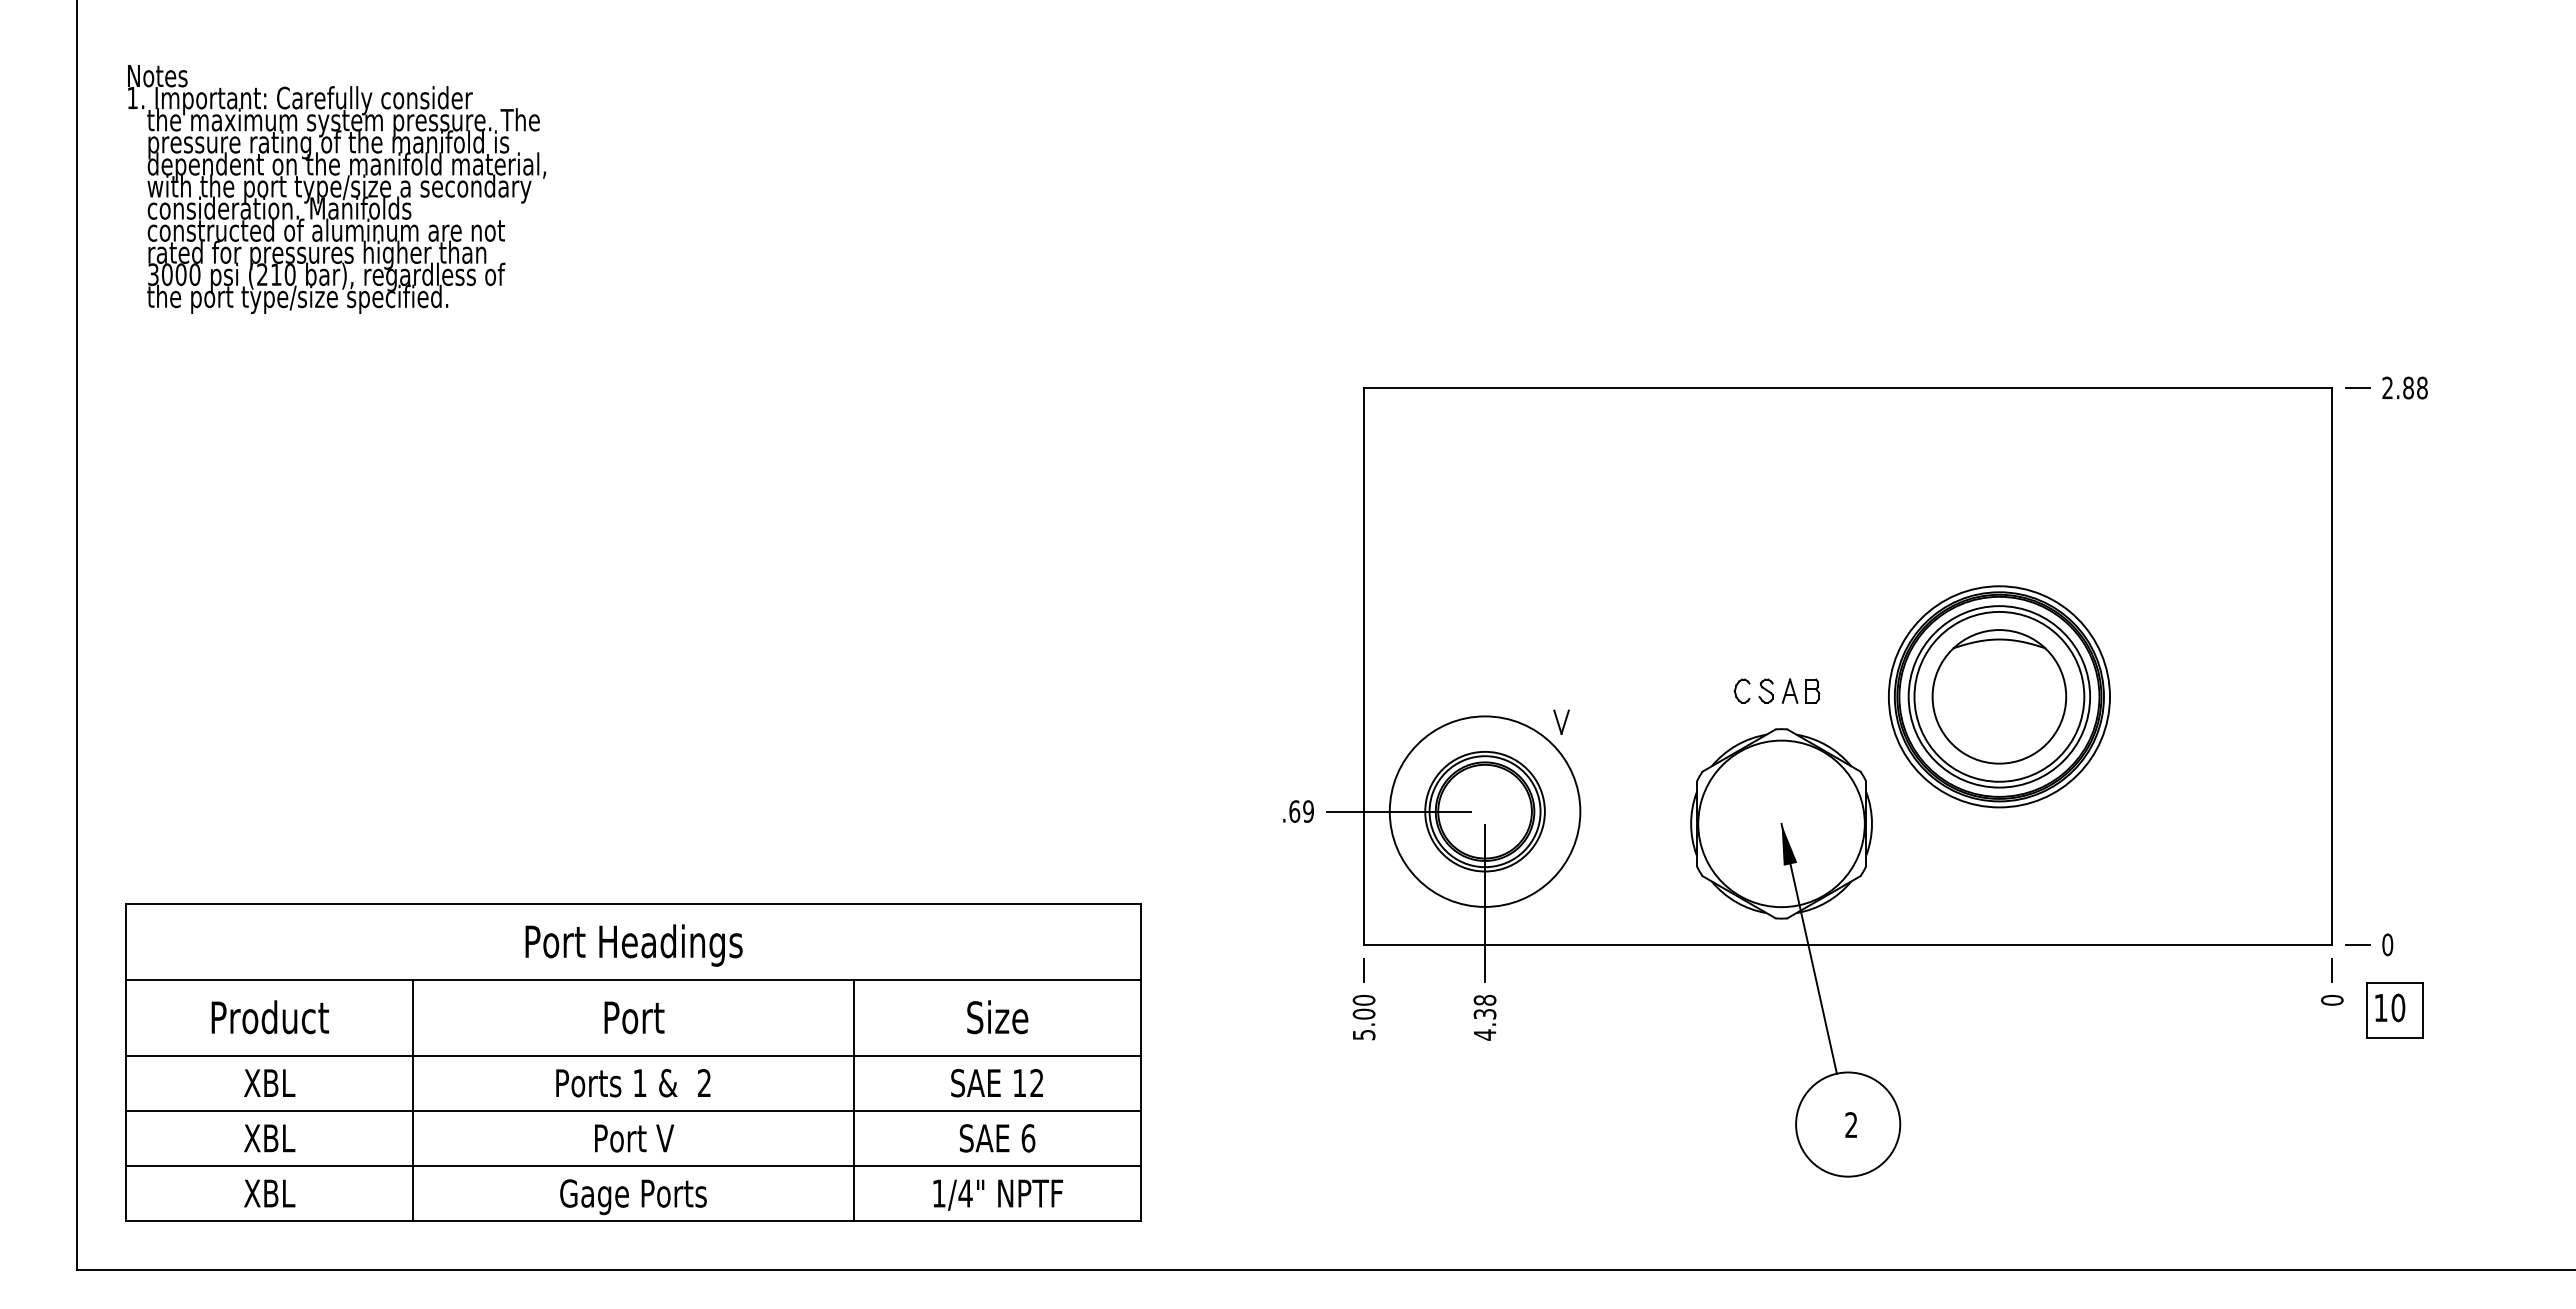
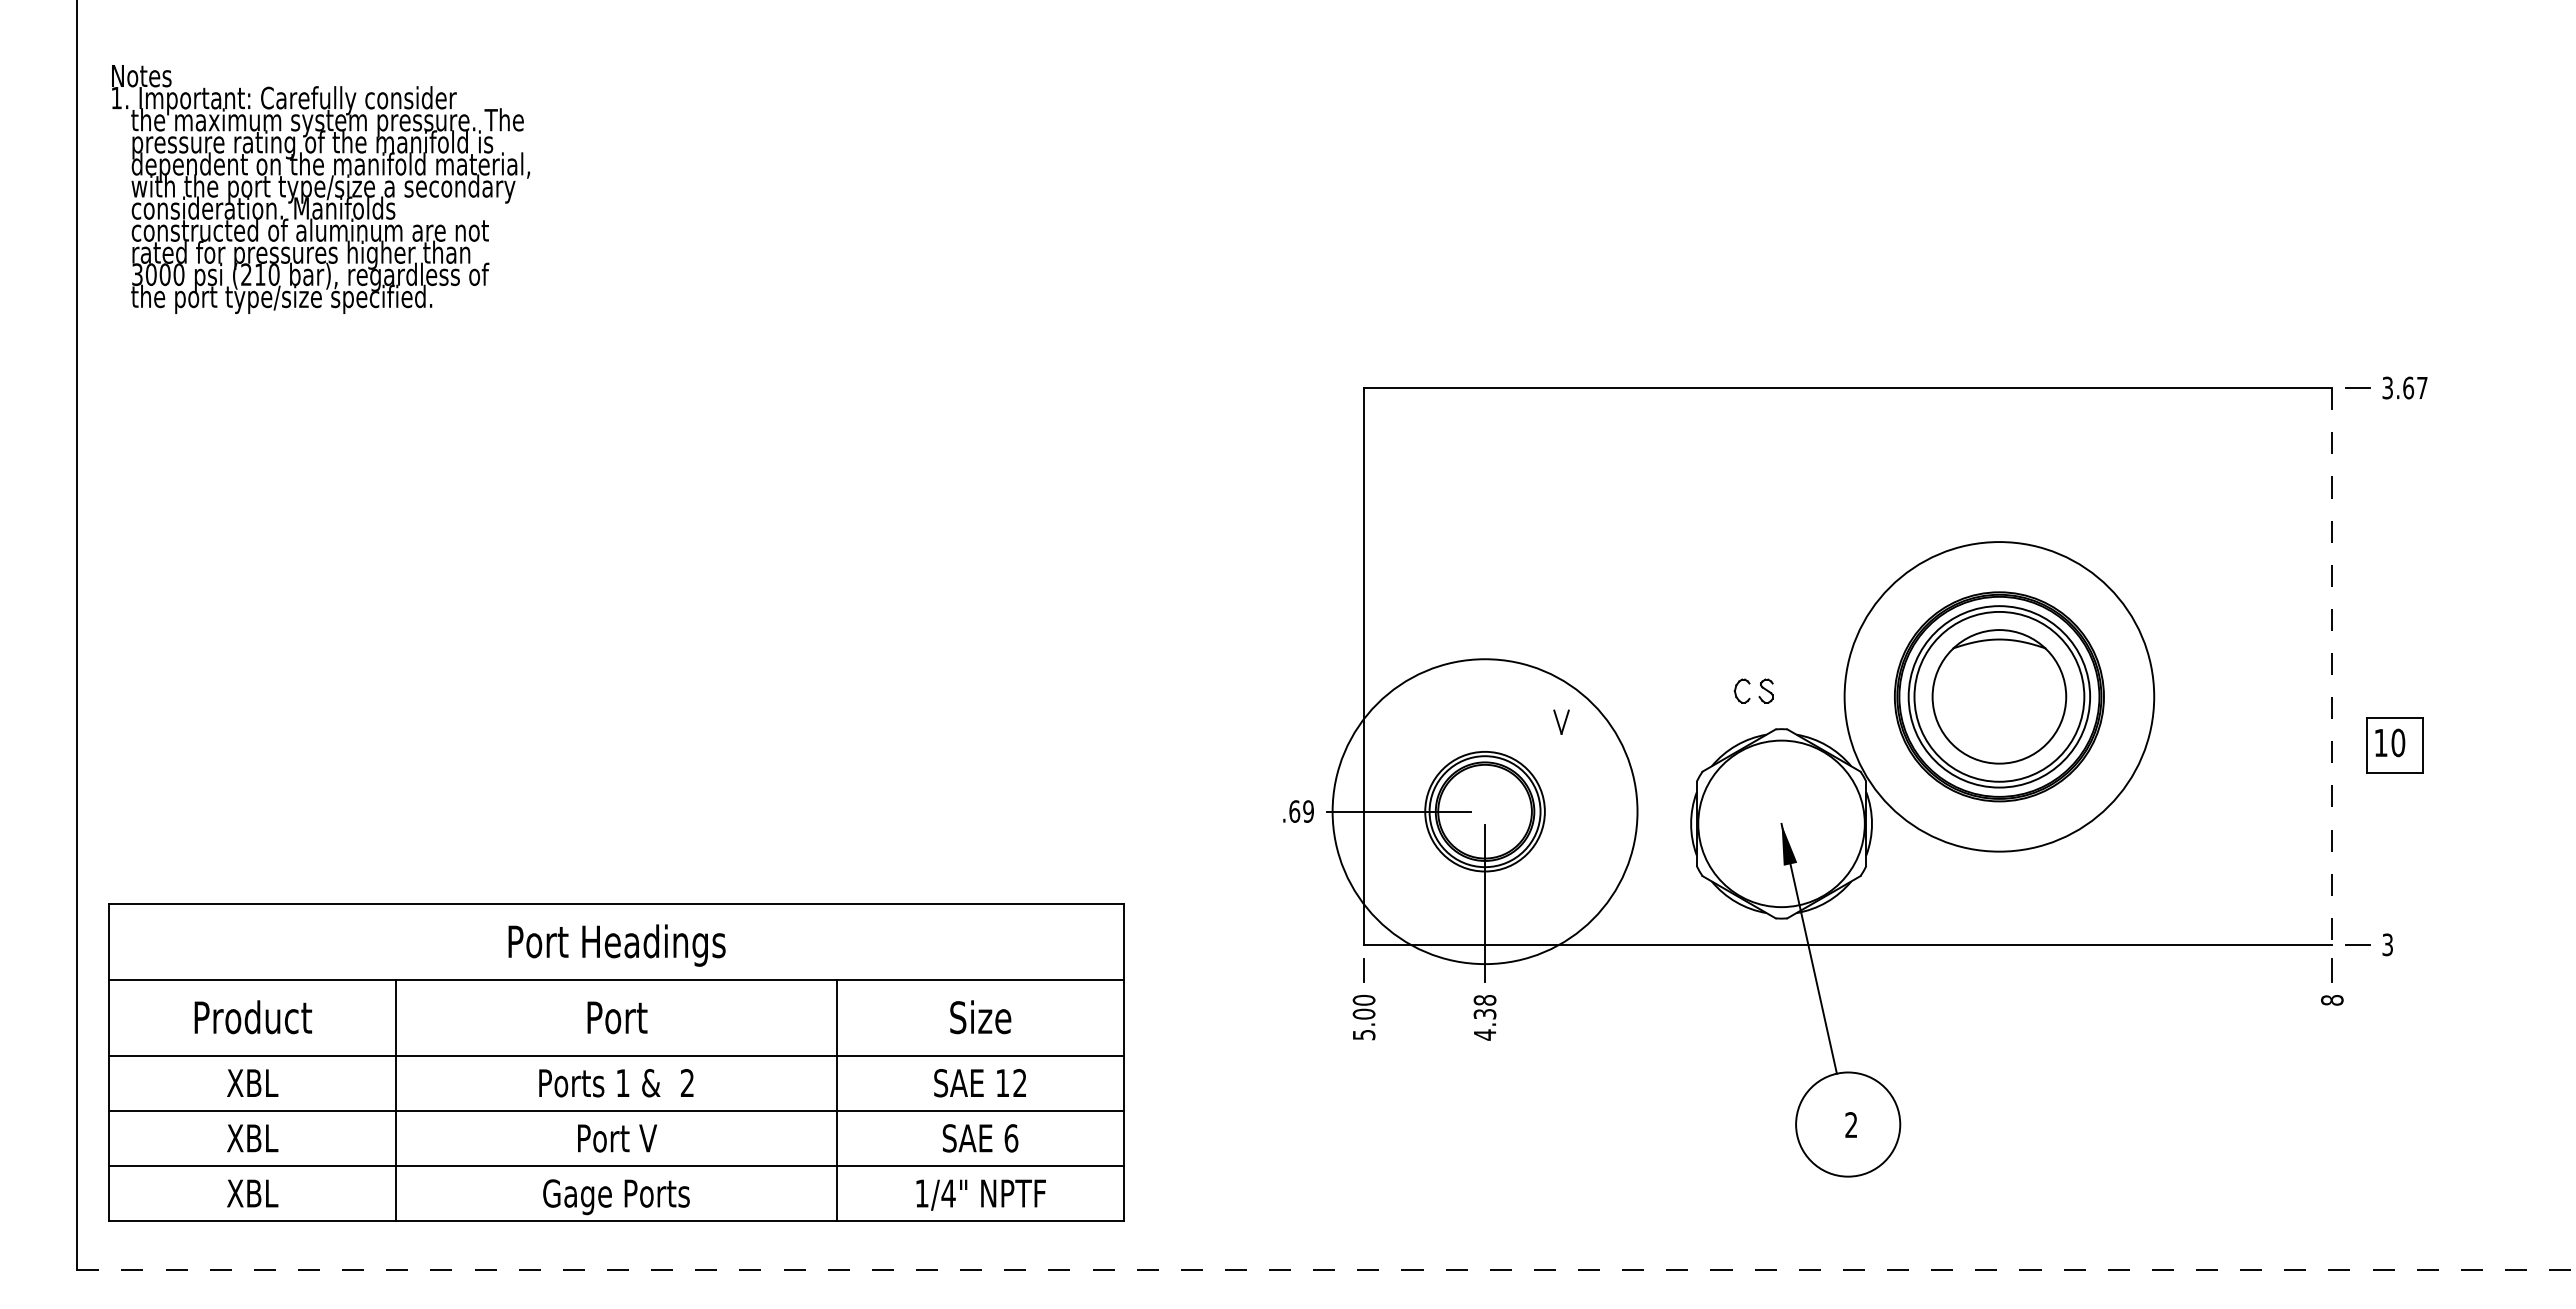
text at (336, 189) position: (336, 189) -> (320, 189)
text at (2404, 387): 2.88 -> 3.67
line at (2332, 667): solid -> dashed
part at (1800, 690): present -> none
circle at (1998, 696) diameter: 221 px -> 310 px
circle at (1484, 811) diameter: 191 px -> 305 px
text at (2387, 944): 0 -> 3
text at (2332, 999): 0 -> 8
part at (2394, 1010) position: (2394, 1010) -> (2394, 745)
part at (633, 1062) position: (633, 1062) -> (616, 1062)
line at (1327, 1269): solid -> dashed
